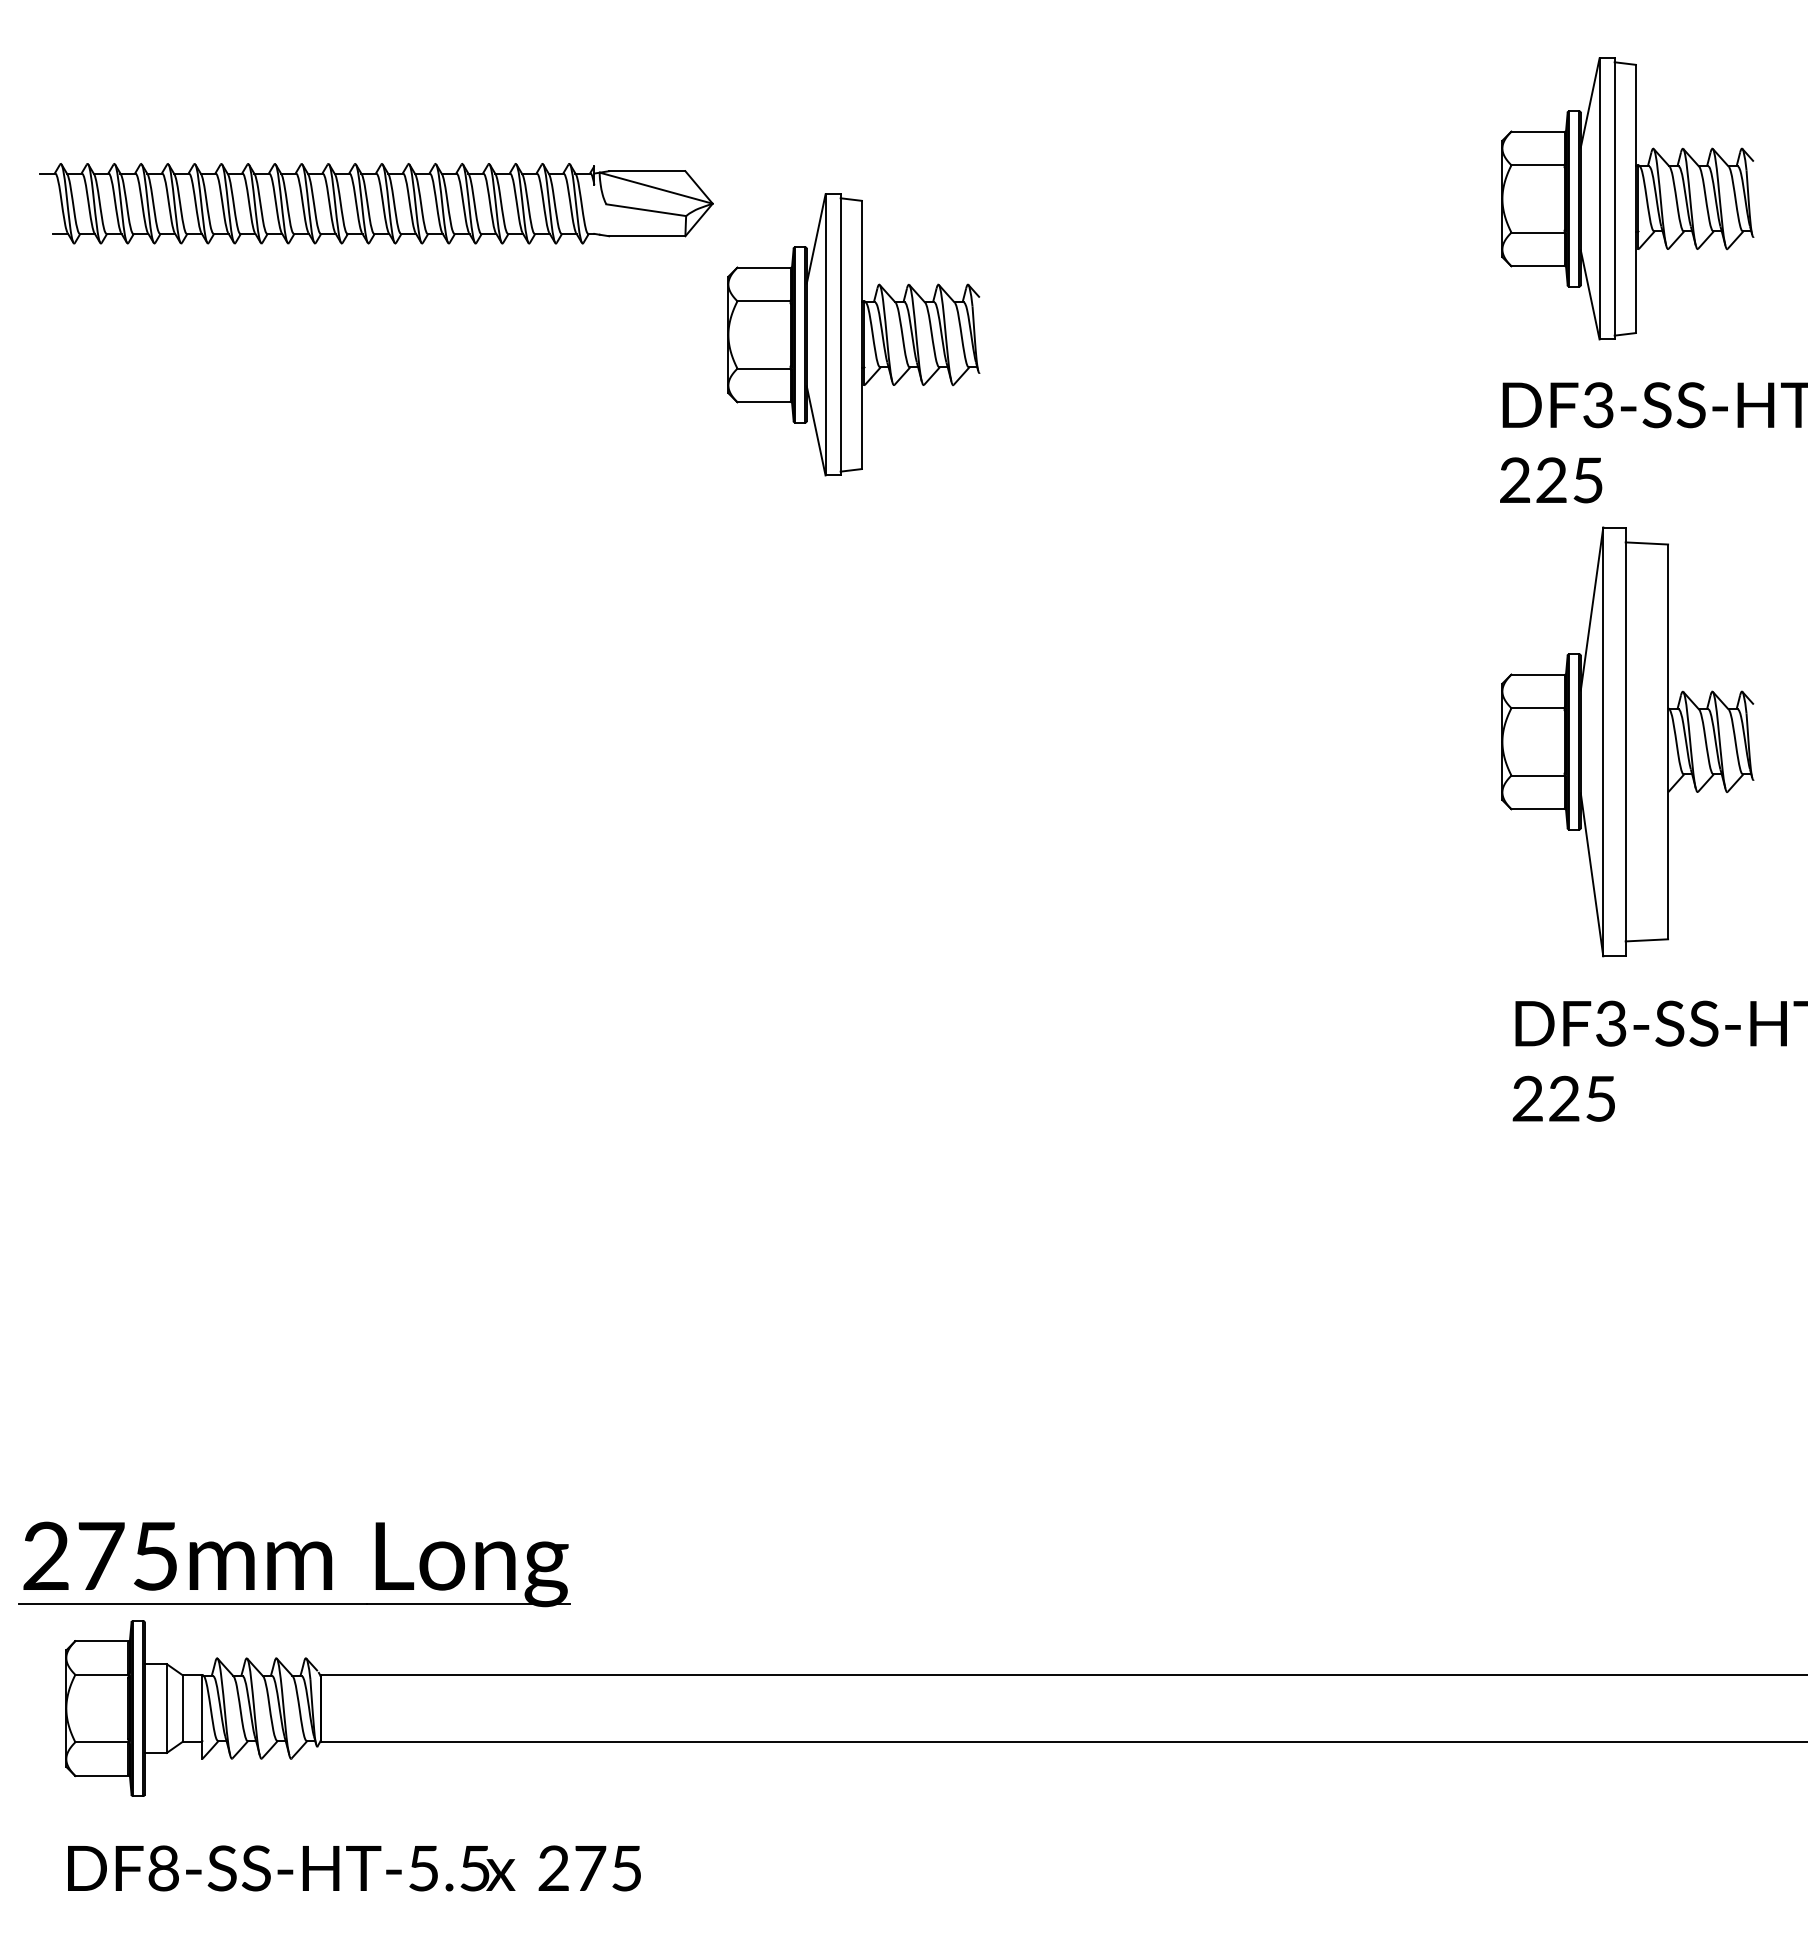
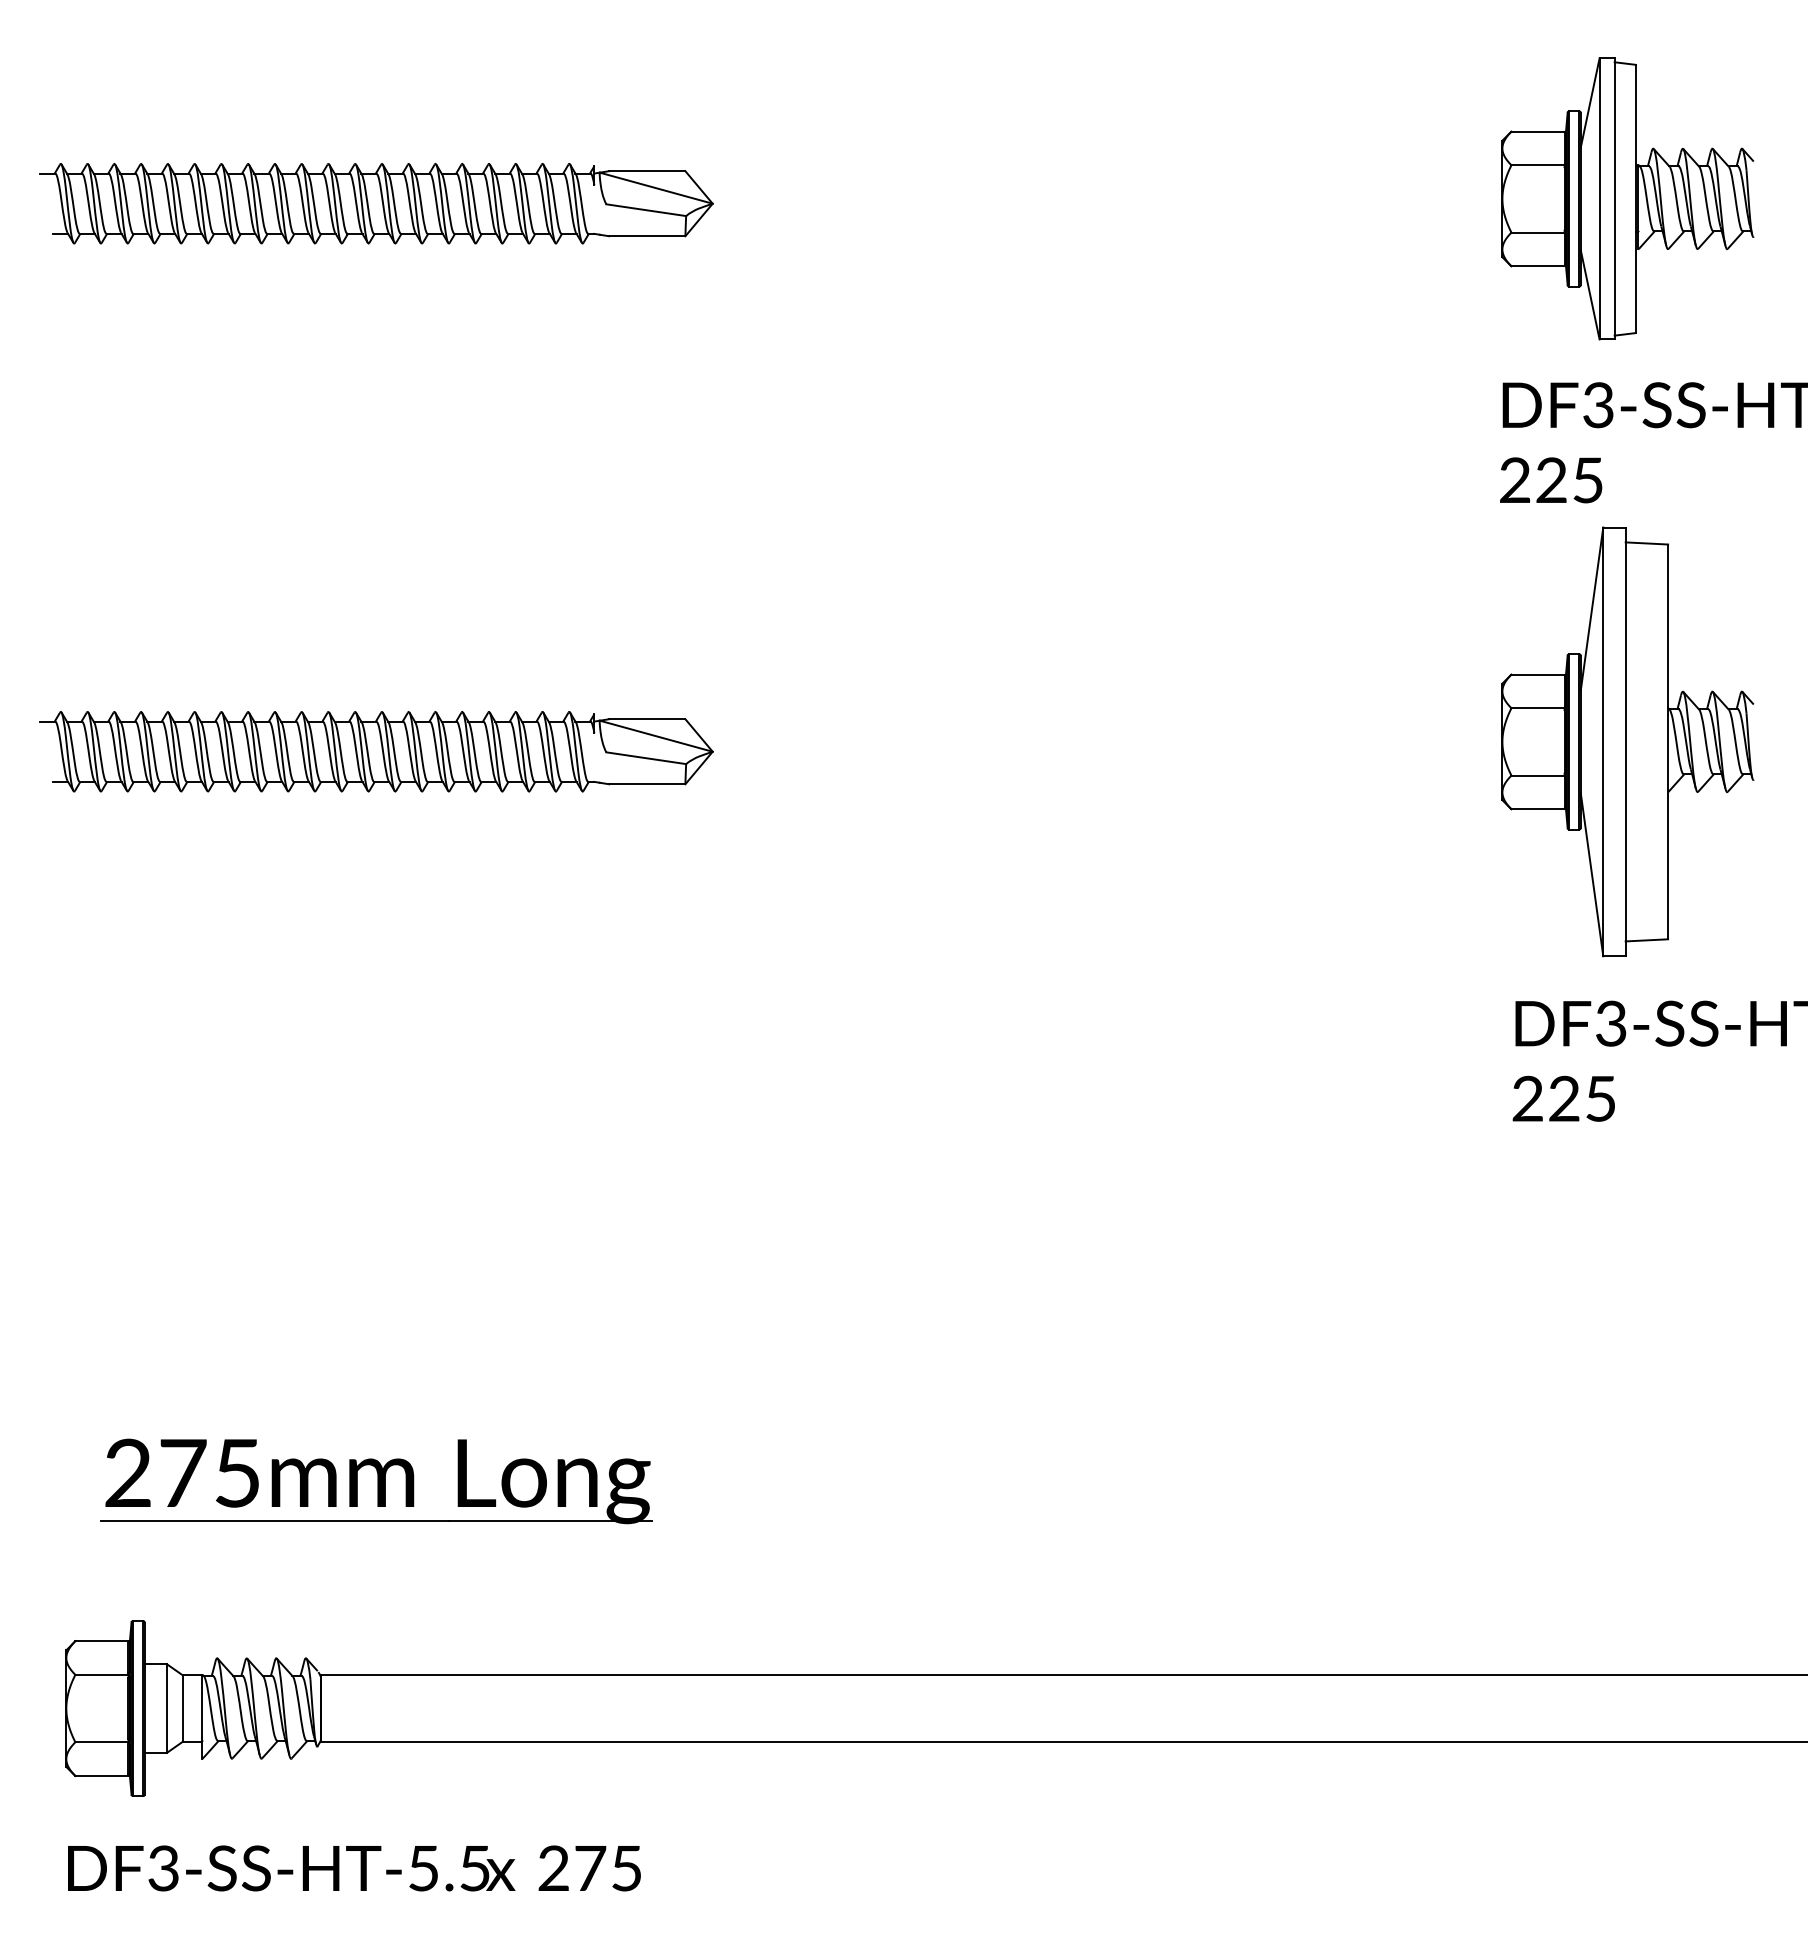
part at (853, 334): present -> none
part at (376, 751): none -> present
part at (294, 1564) position: (294, 1564) -> (376, 1481)
text at (163, 1868): DF8-SS-HT-5.5 -> DF3-SS-HT-5.5
